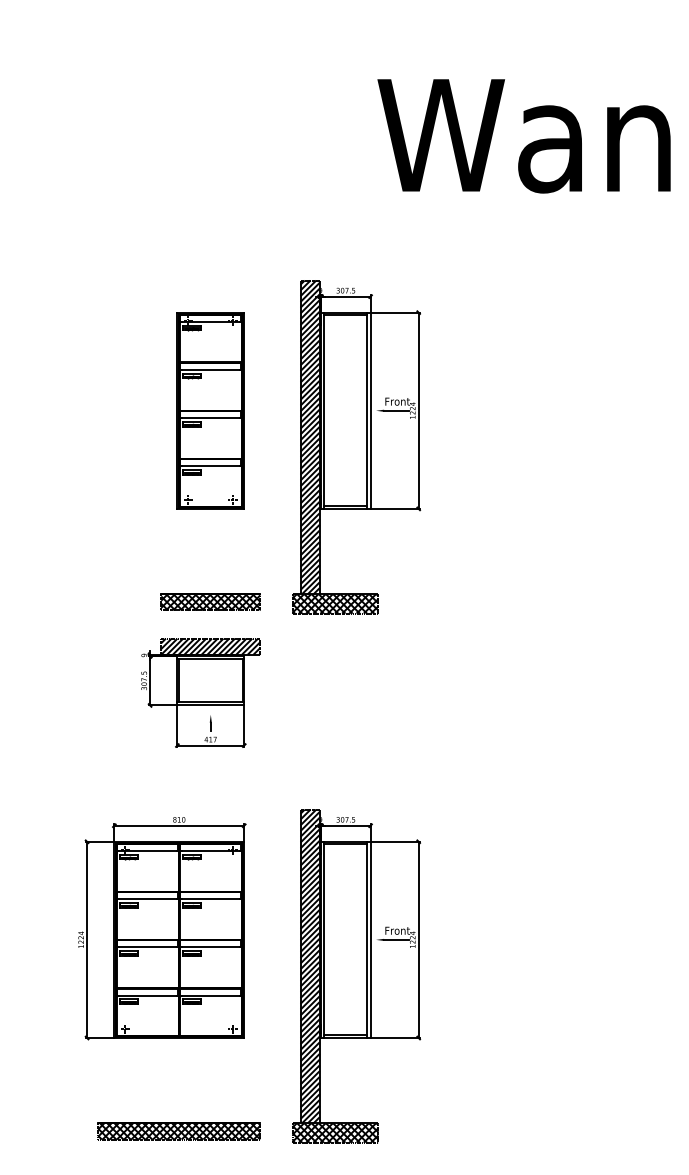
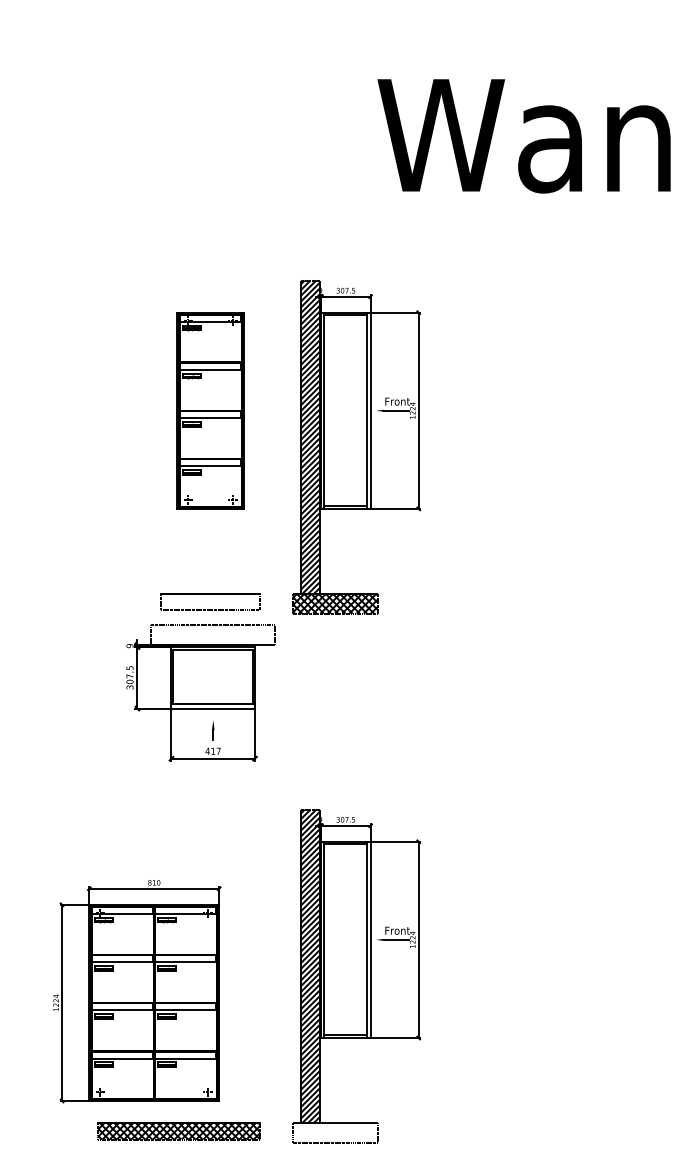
hatch at (210, 602): present -> none
part at (200, 692) size: 120x110 px -> 150x138 px
part at (162, 928) position: (162, 928) -> (137, 991)
hatch at (335, 1132): present -> none
